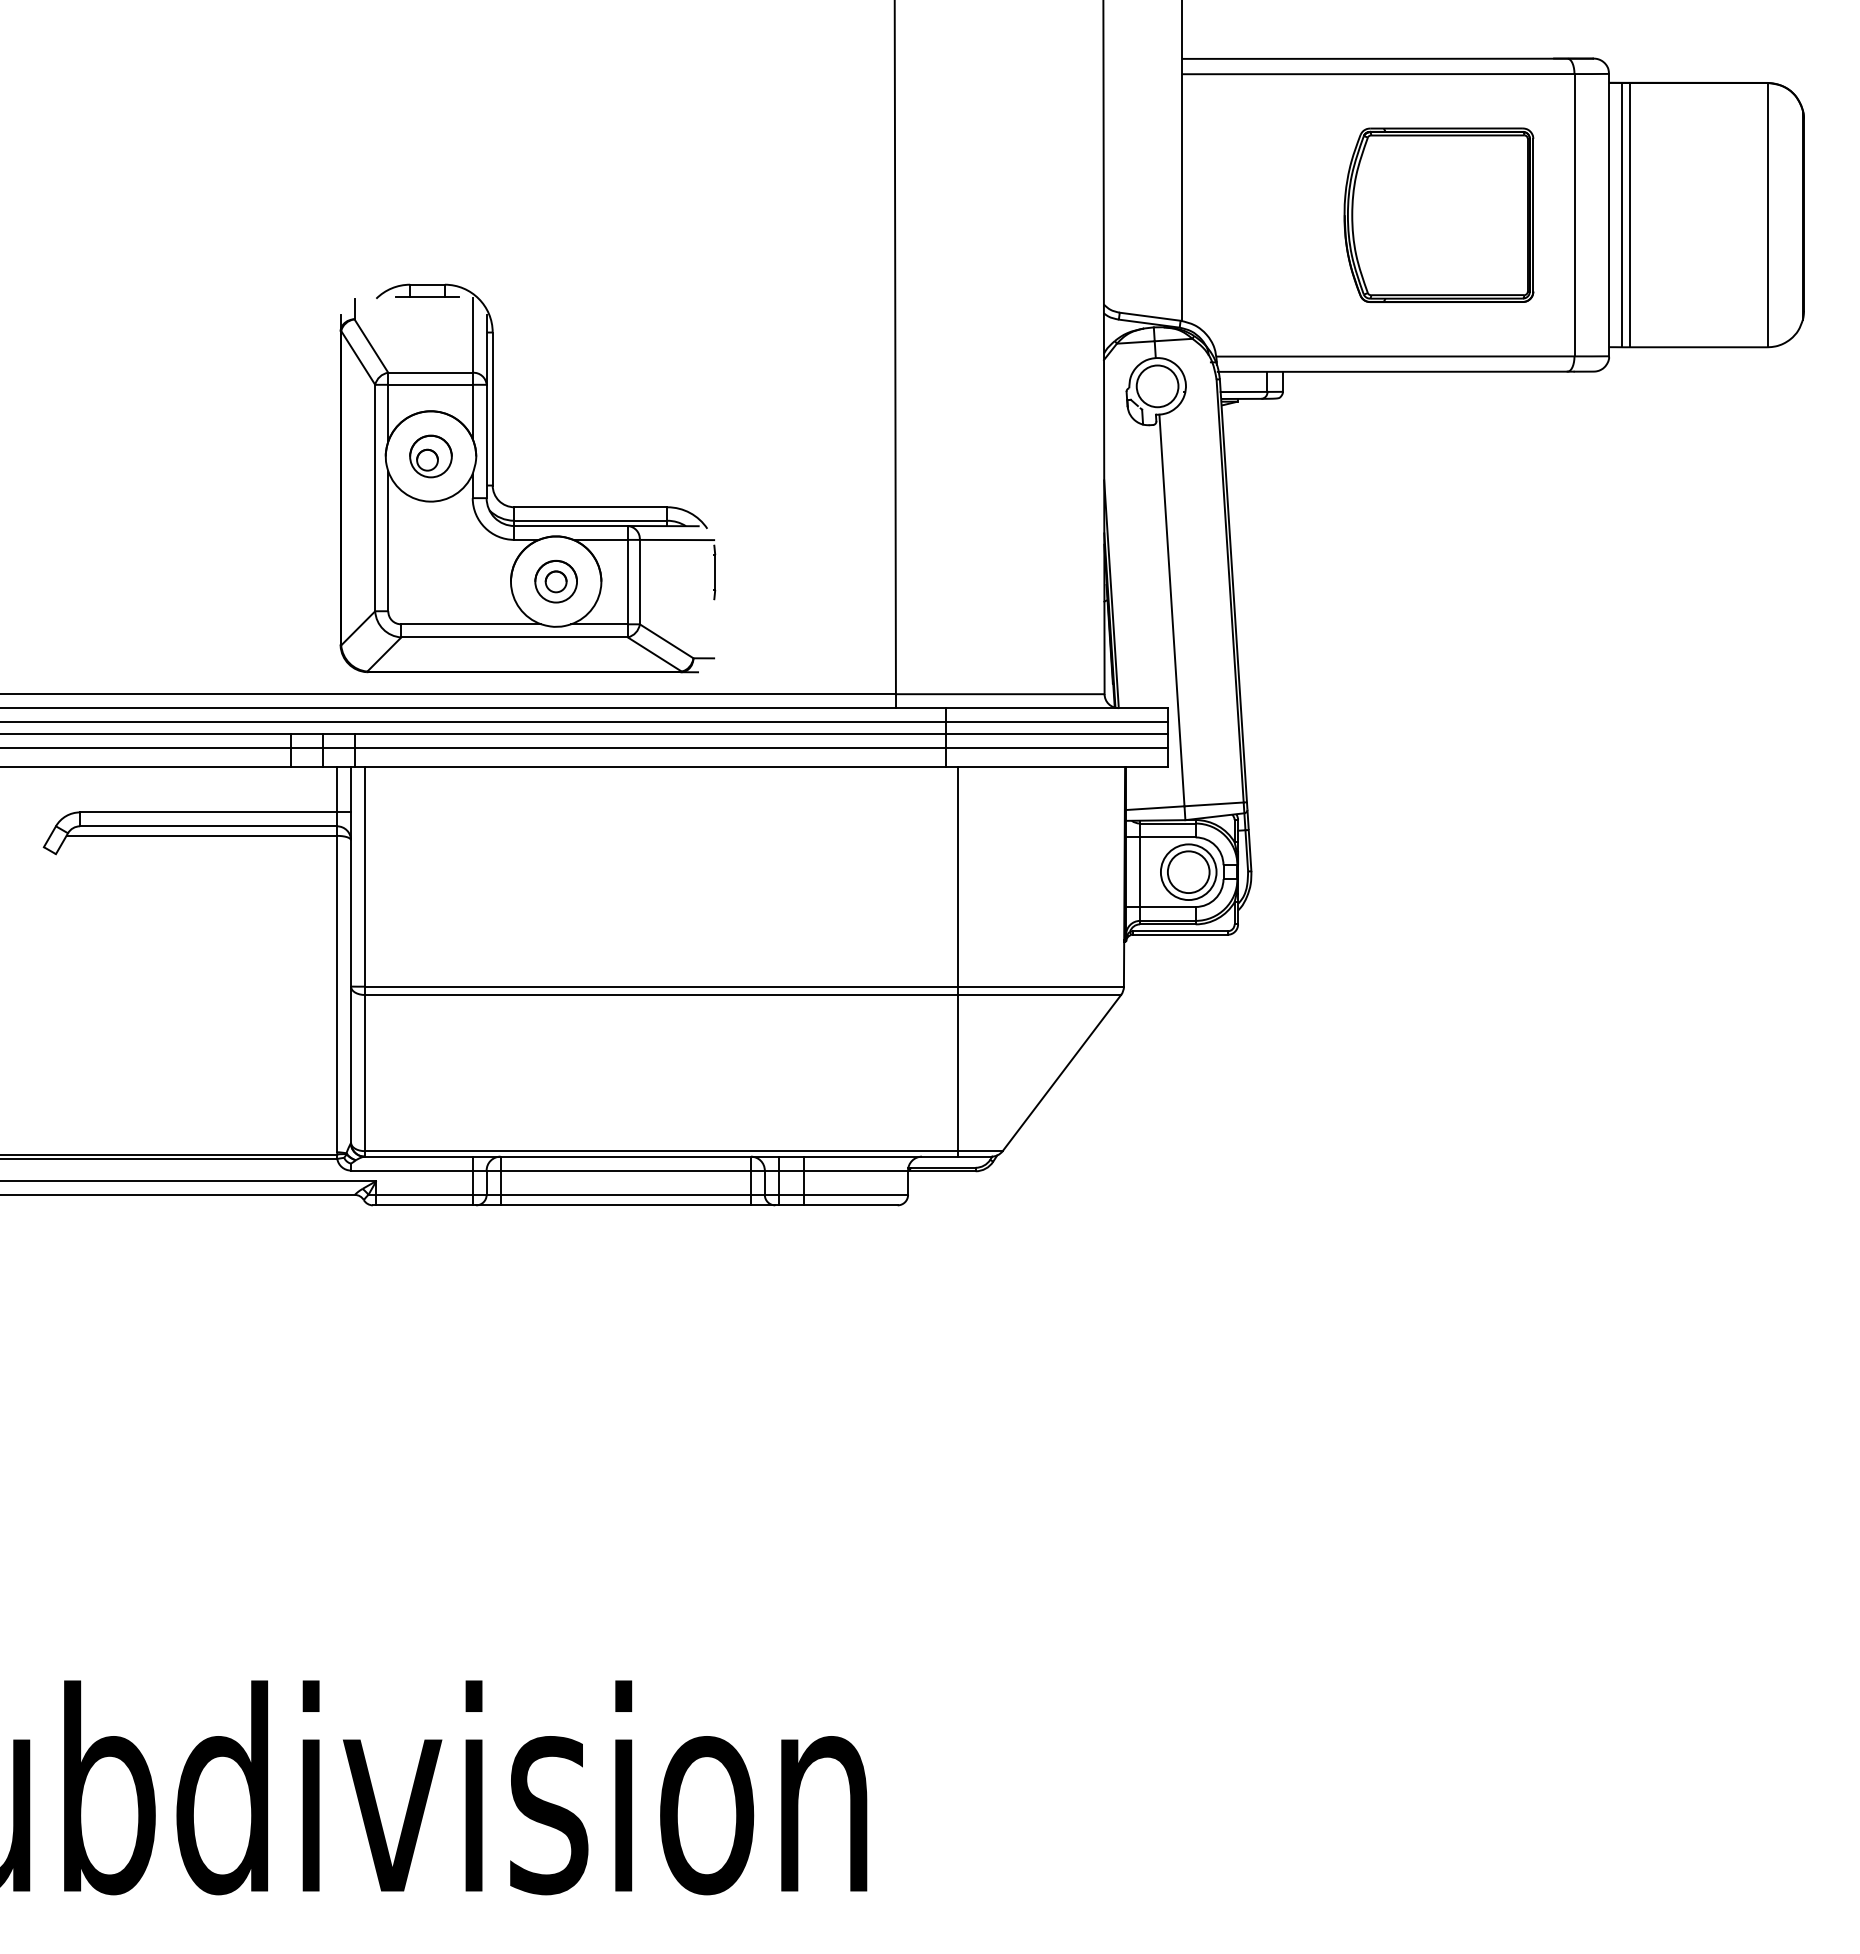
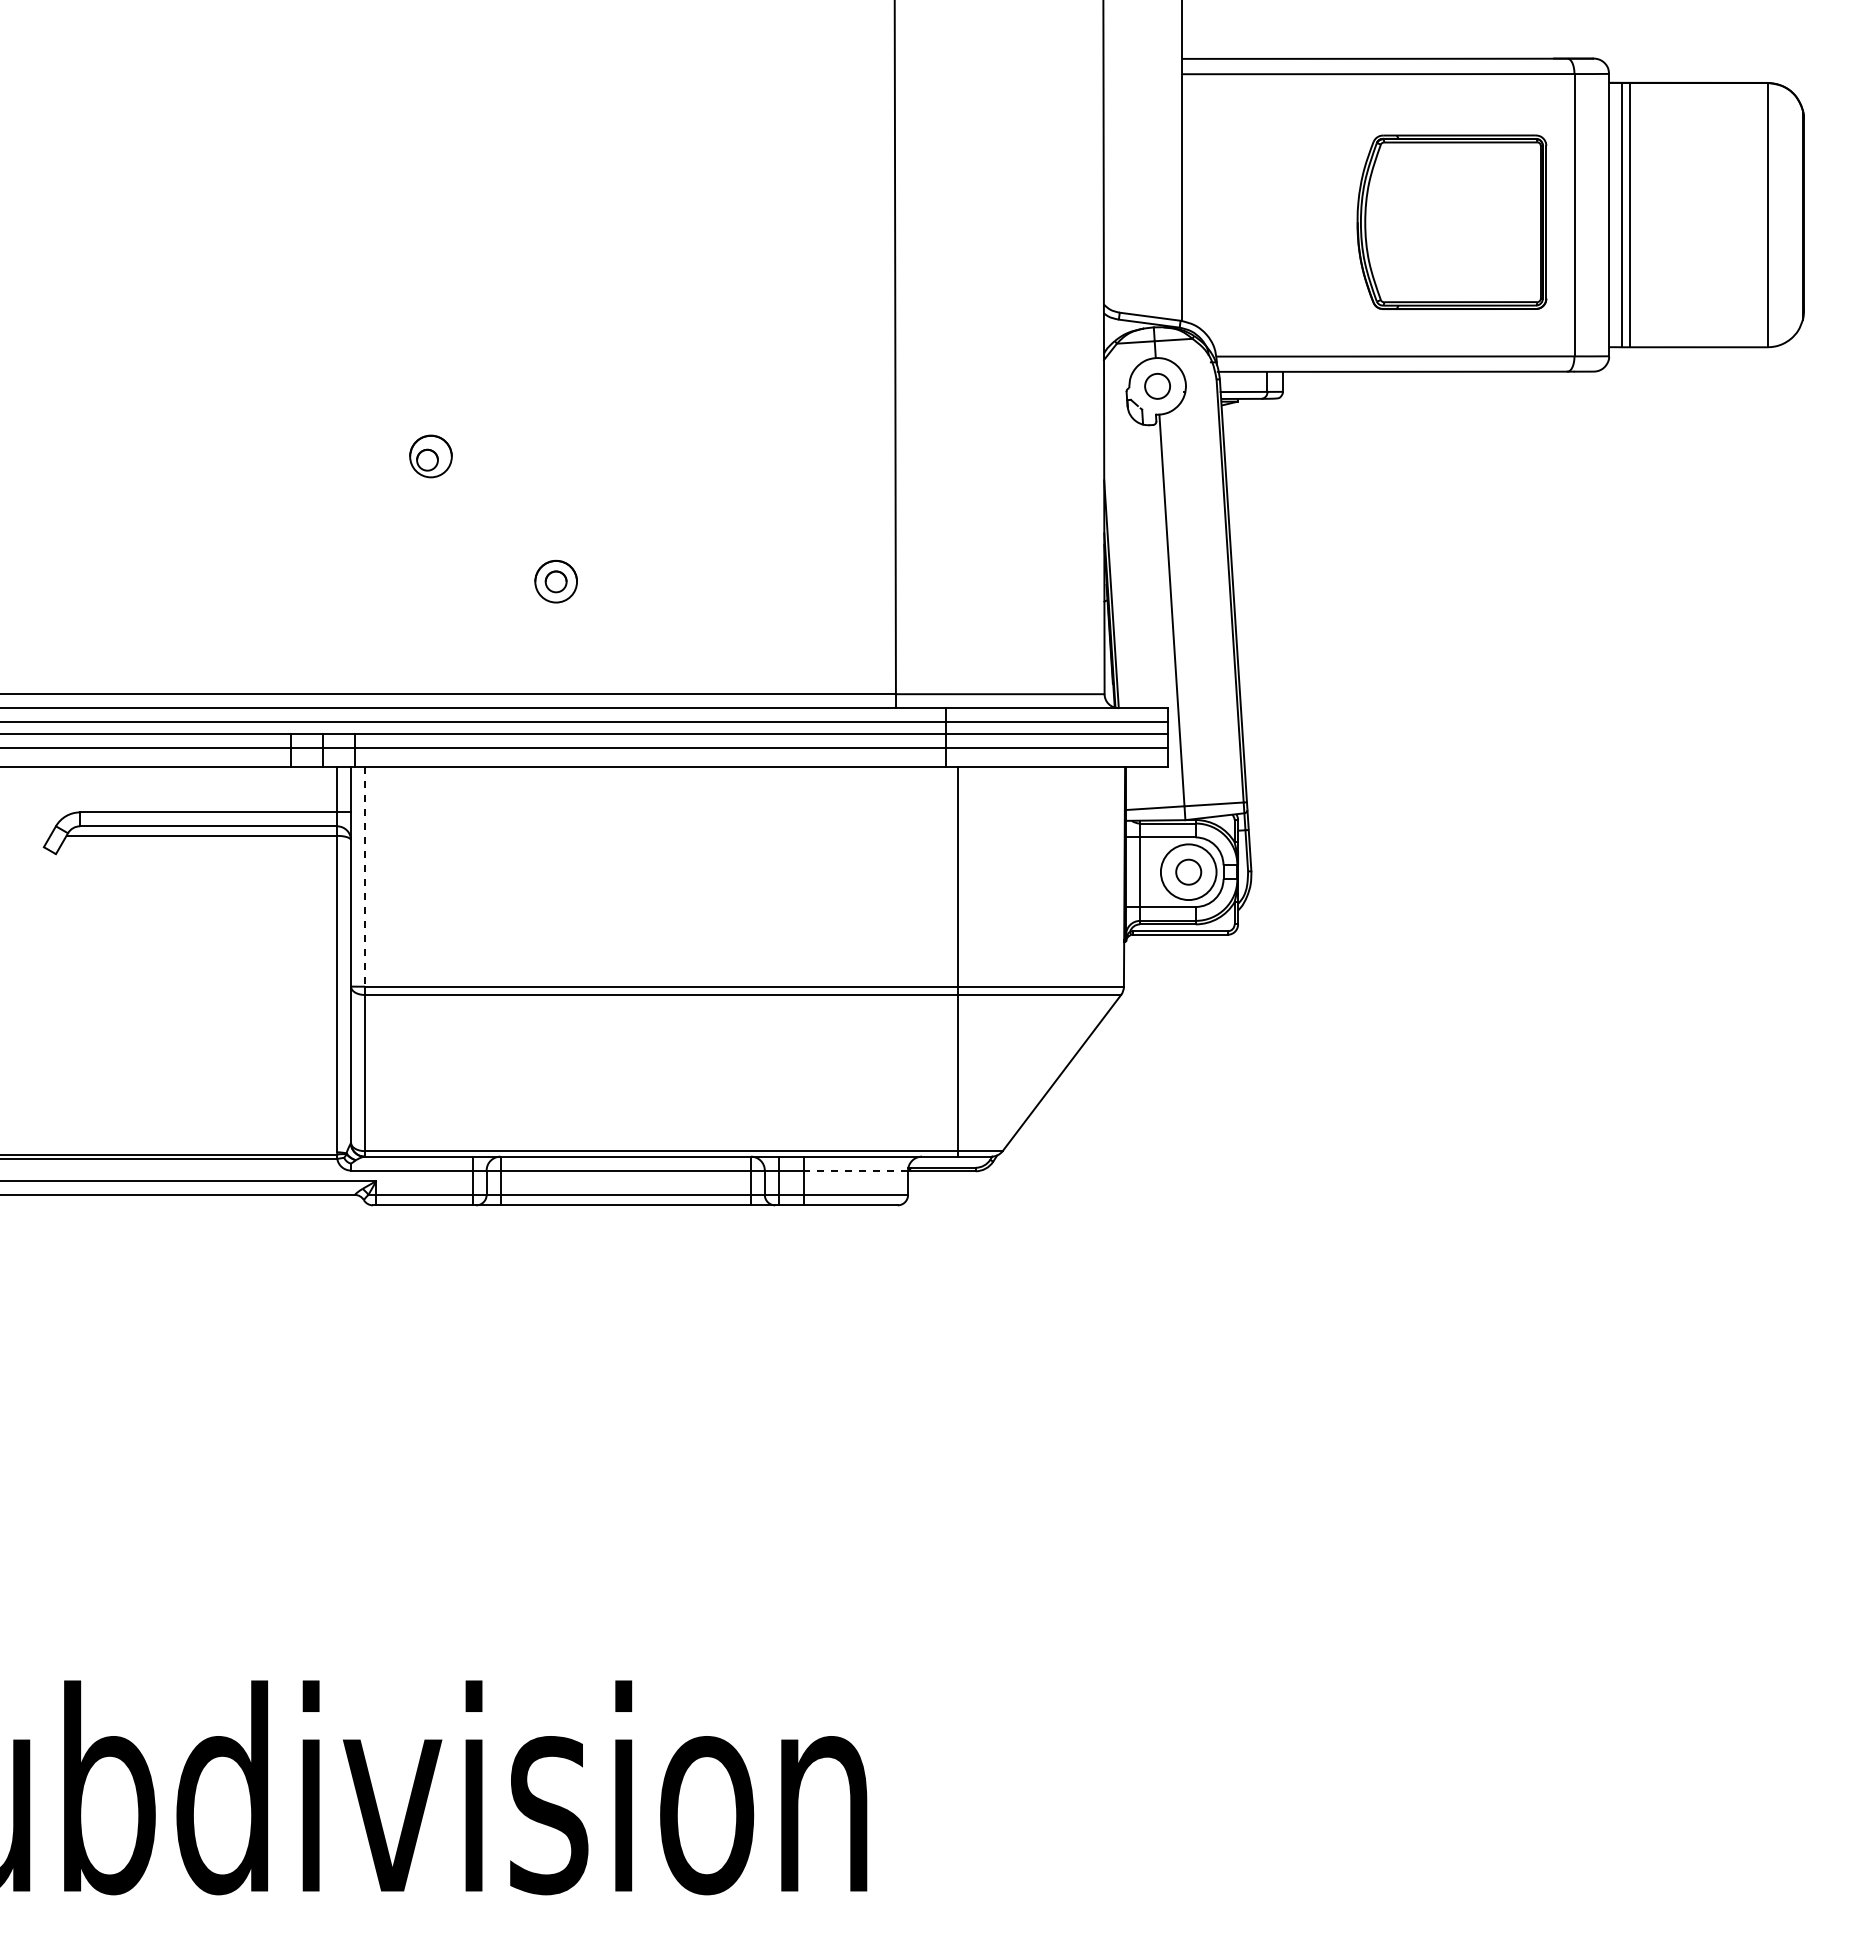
part at (1438, 214) position: (1438, 214) -> (1451, 221)
circle at (1157, 386) diameter: 42 px -> 25 px
part at (527, 506): present -> none
circle at (1188, 872) diameter: 42 px -> 25 px
line at (364, 876): solid -> dashed
line at (855, 1170): solid -> dashed
